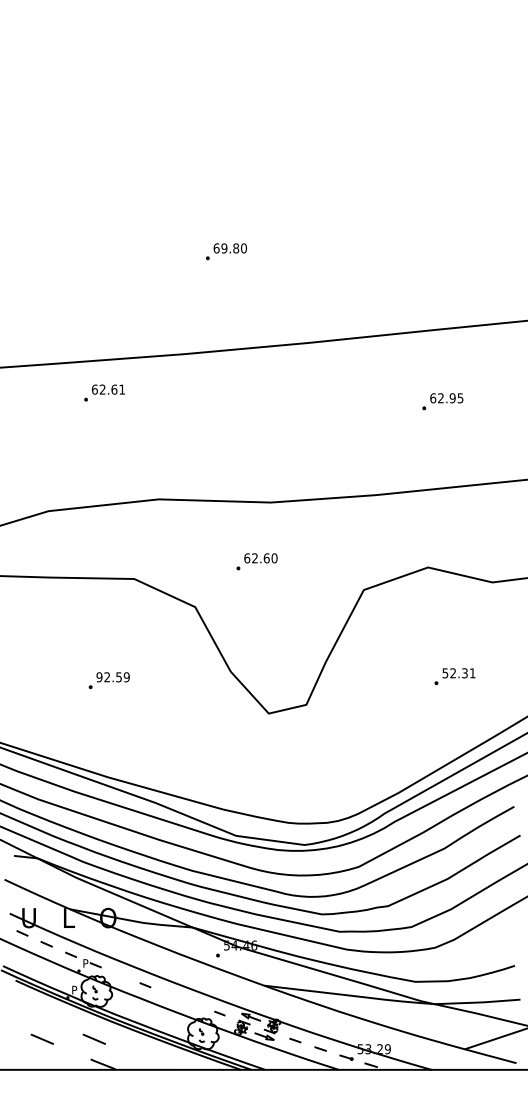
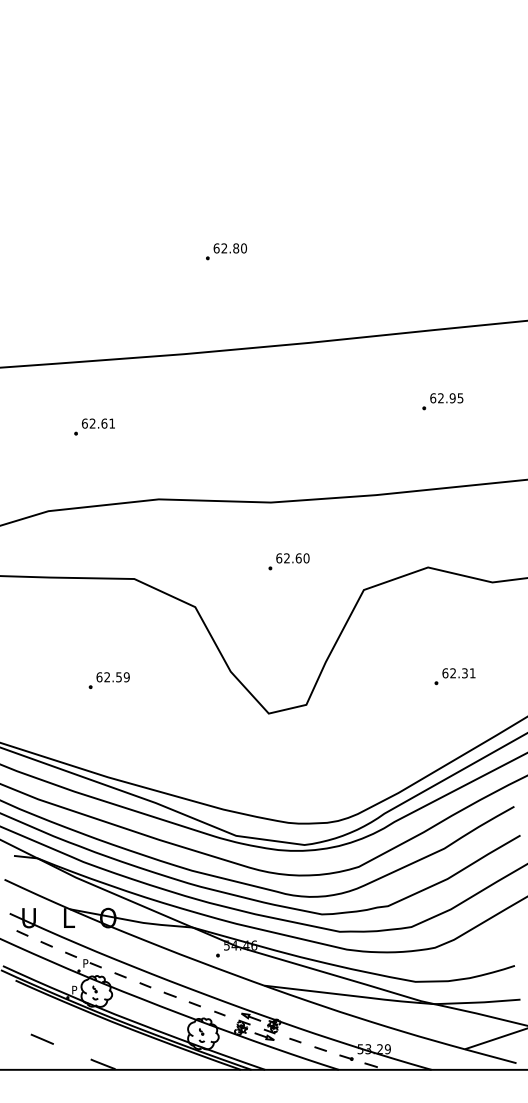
text at (224, 248): 69.80 -> 62.80
part at (104, 392) position: (104, 392) -> (94, 426)
part at (256, 561) position: (256, 561) -> (288, 561)
text at (445, 673): 52.31 -> 62.31
text at (99, 677): 92.59 -> 62.59
line at (120, 975): none -> present
line at (169, 994): none -> present
line at (194, 1004): none -> present
line at (93, 1038): present -> none
